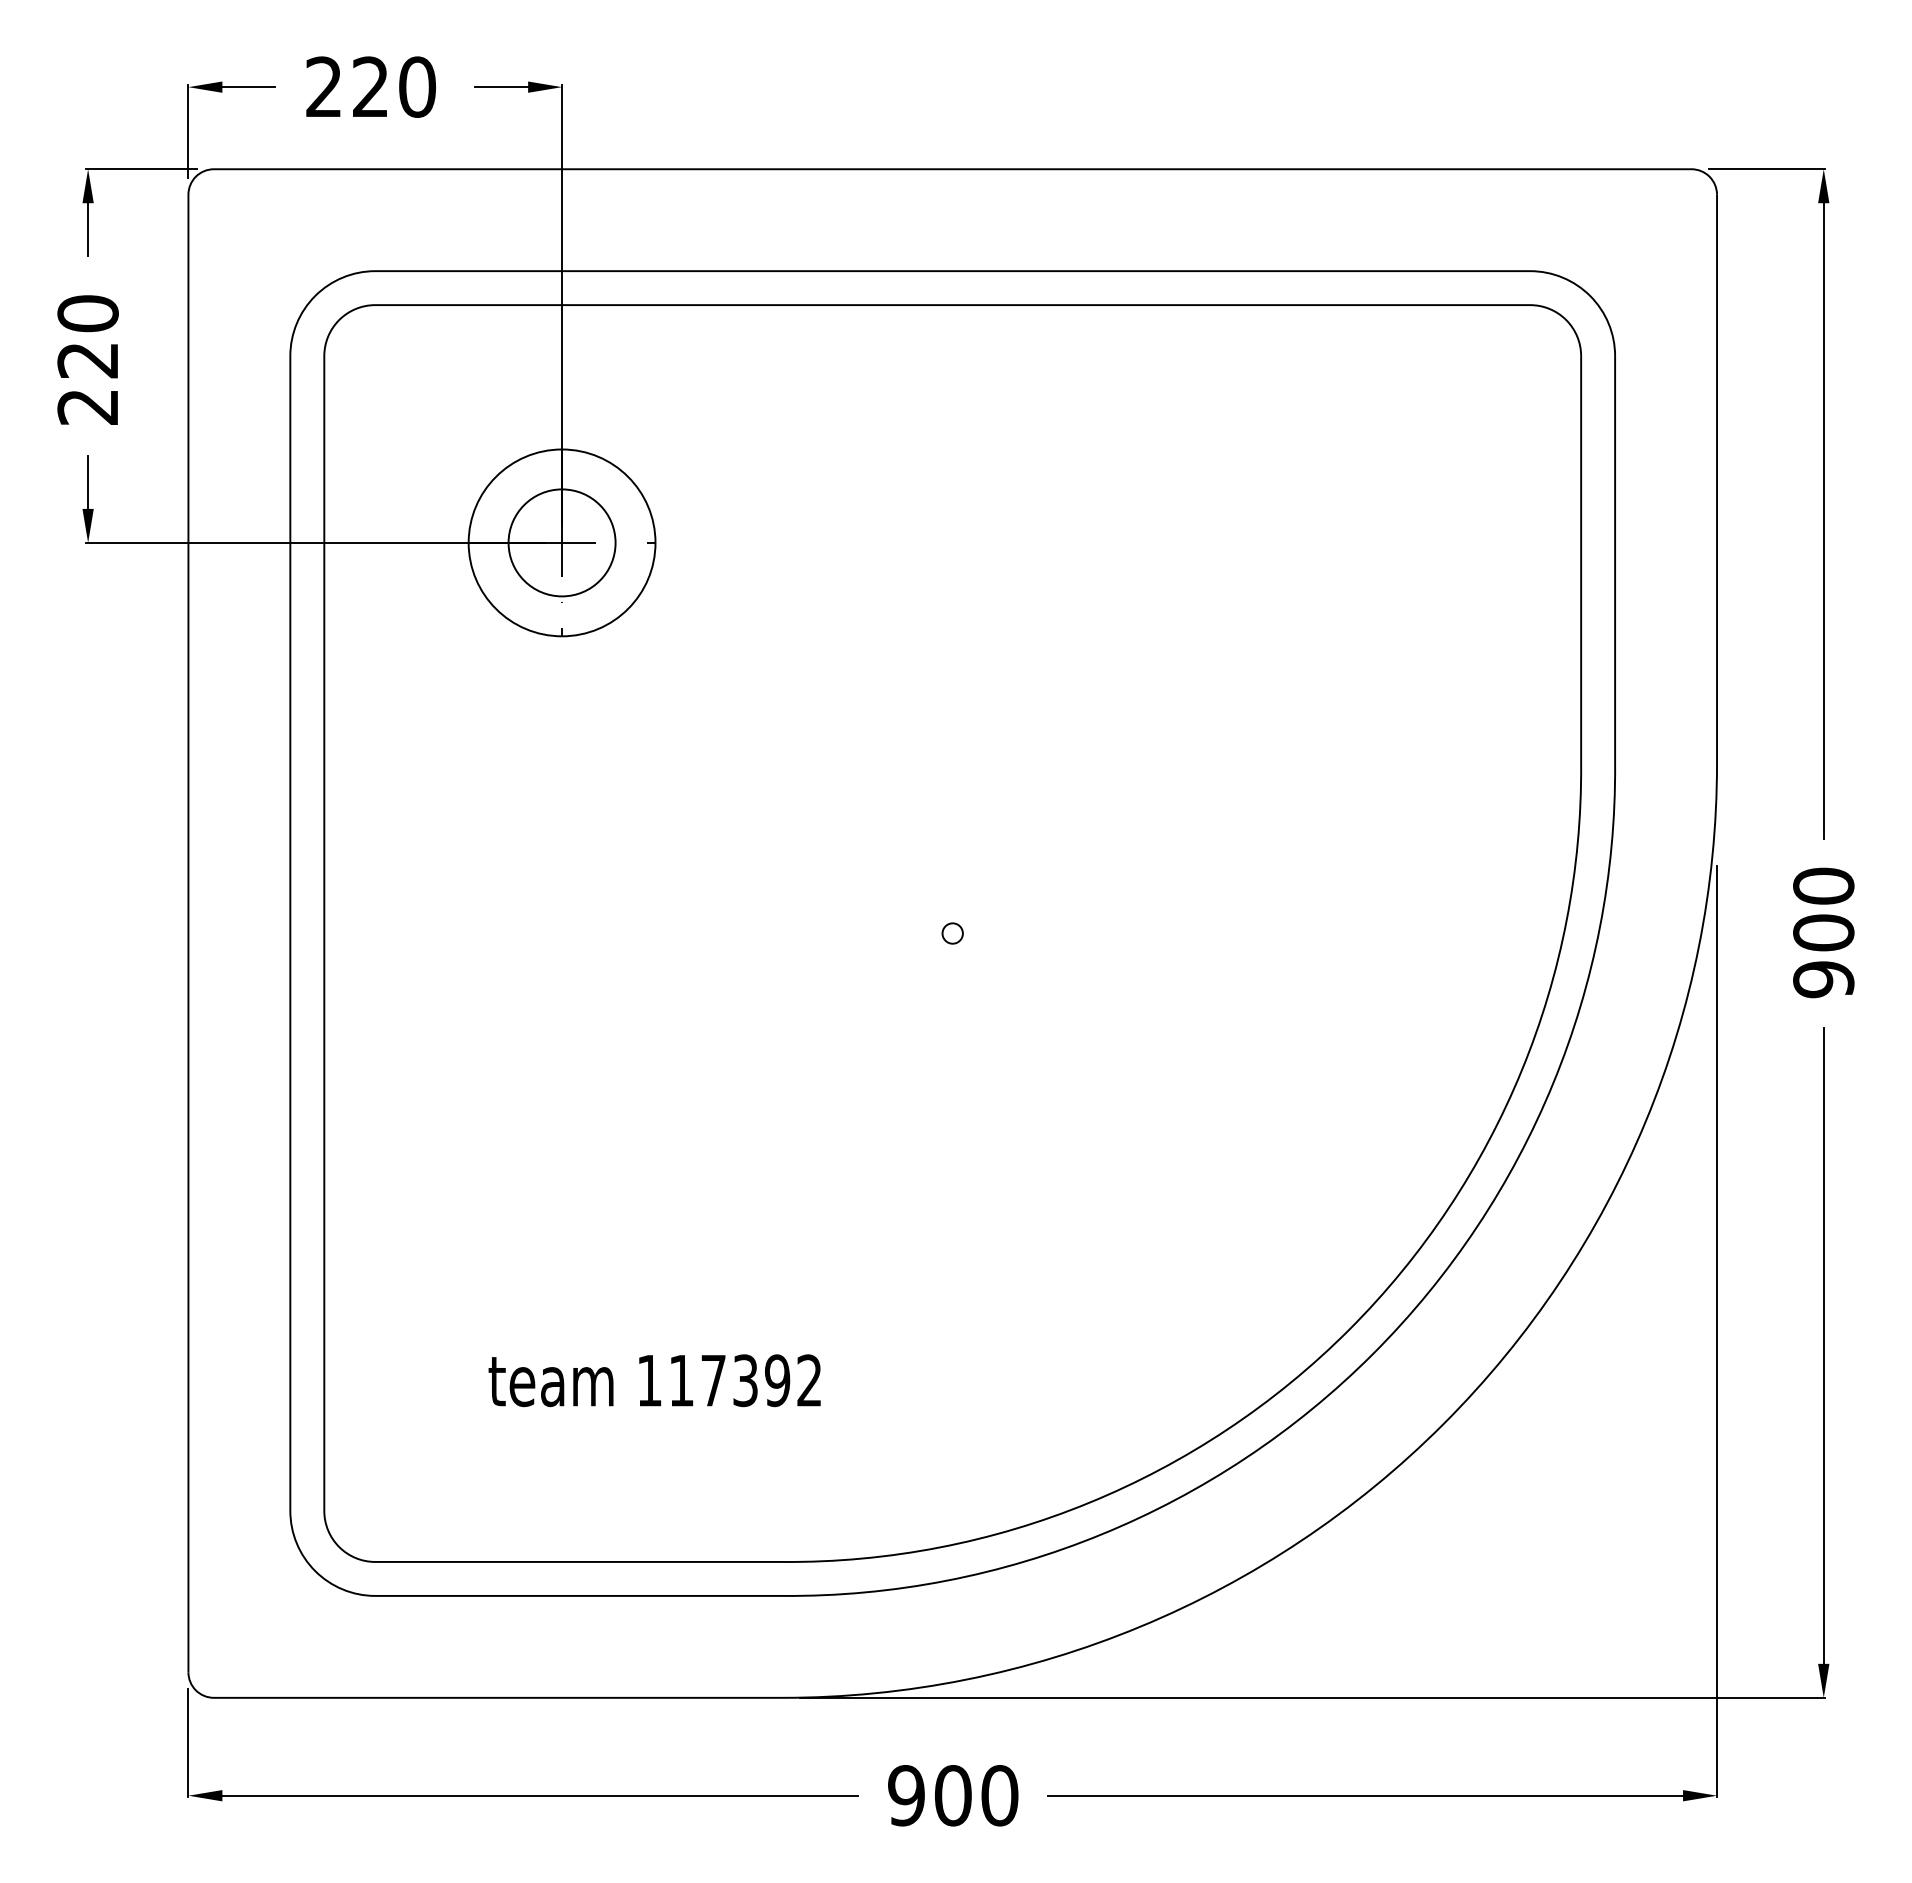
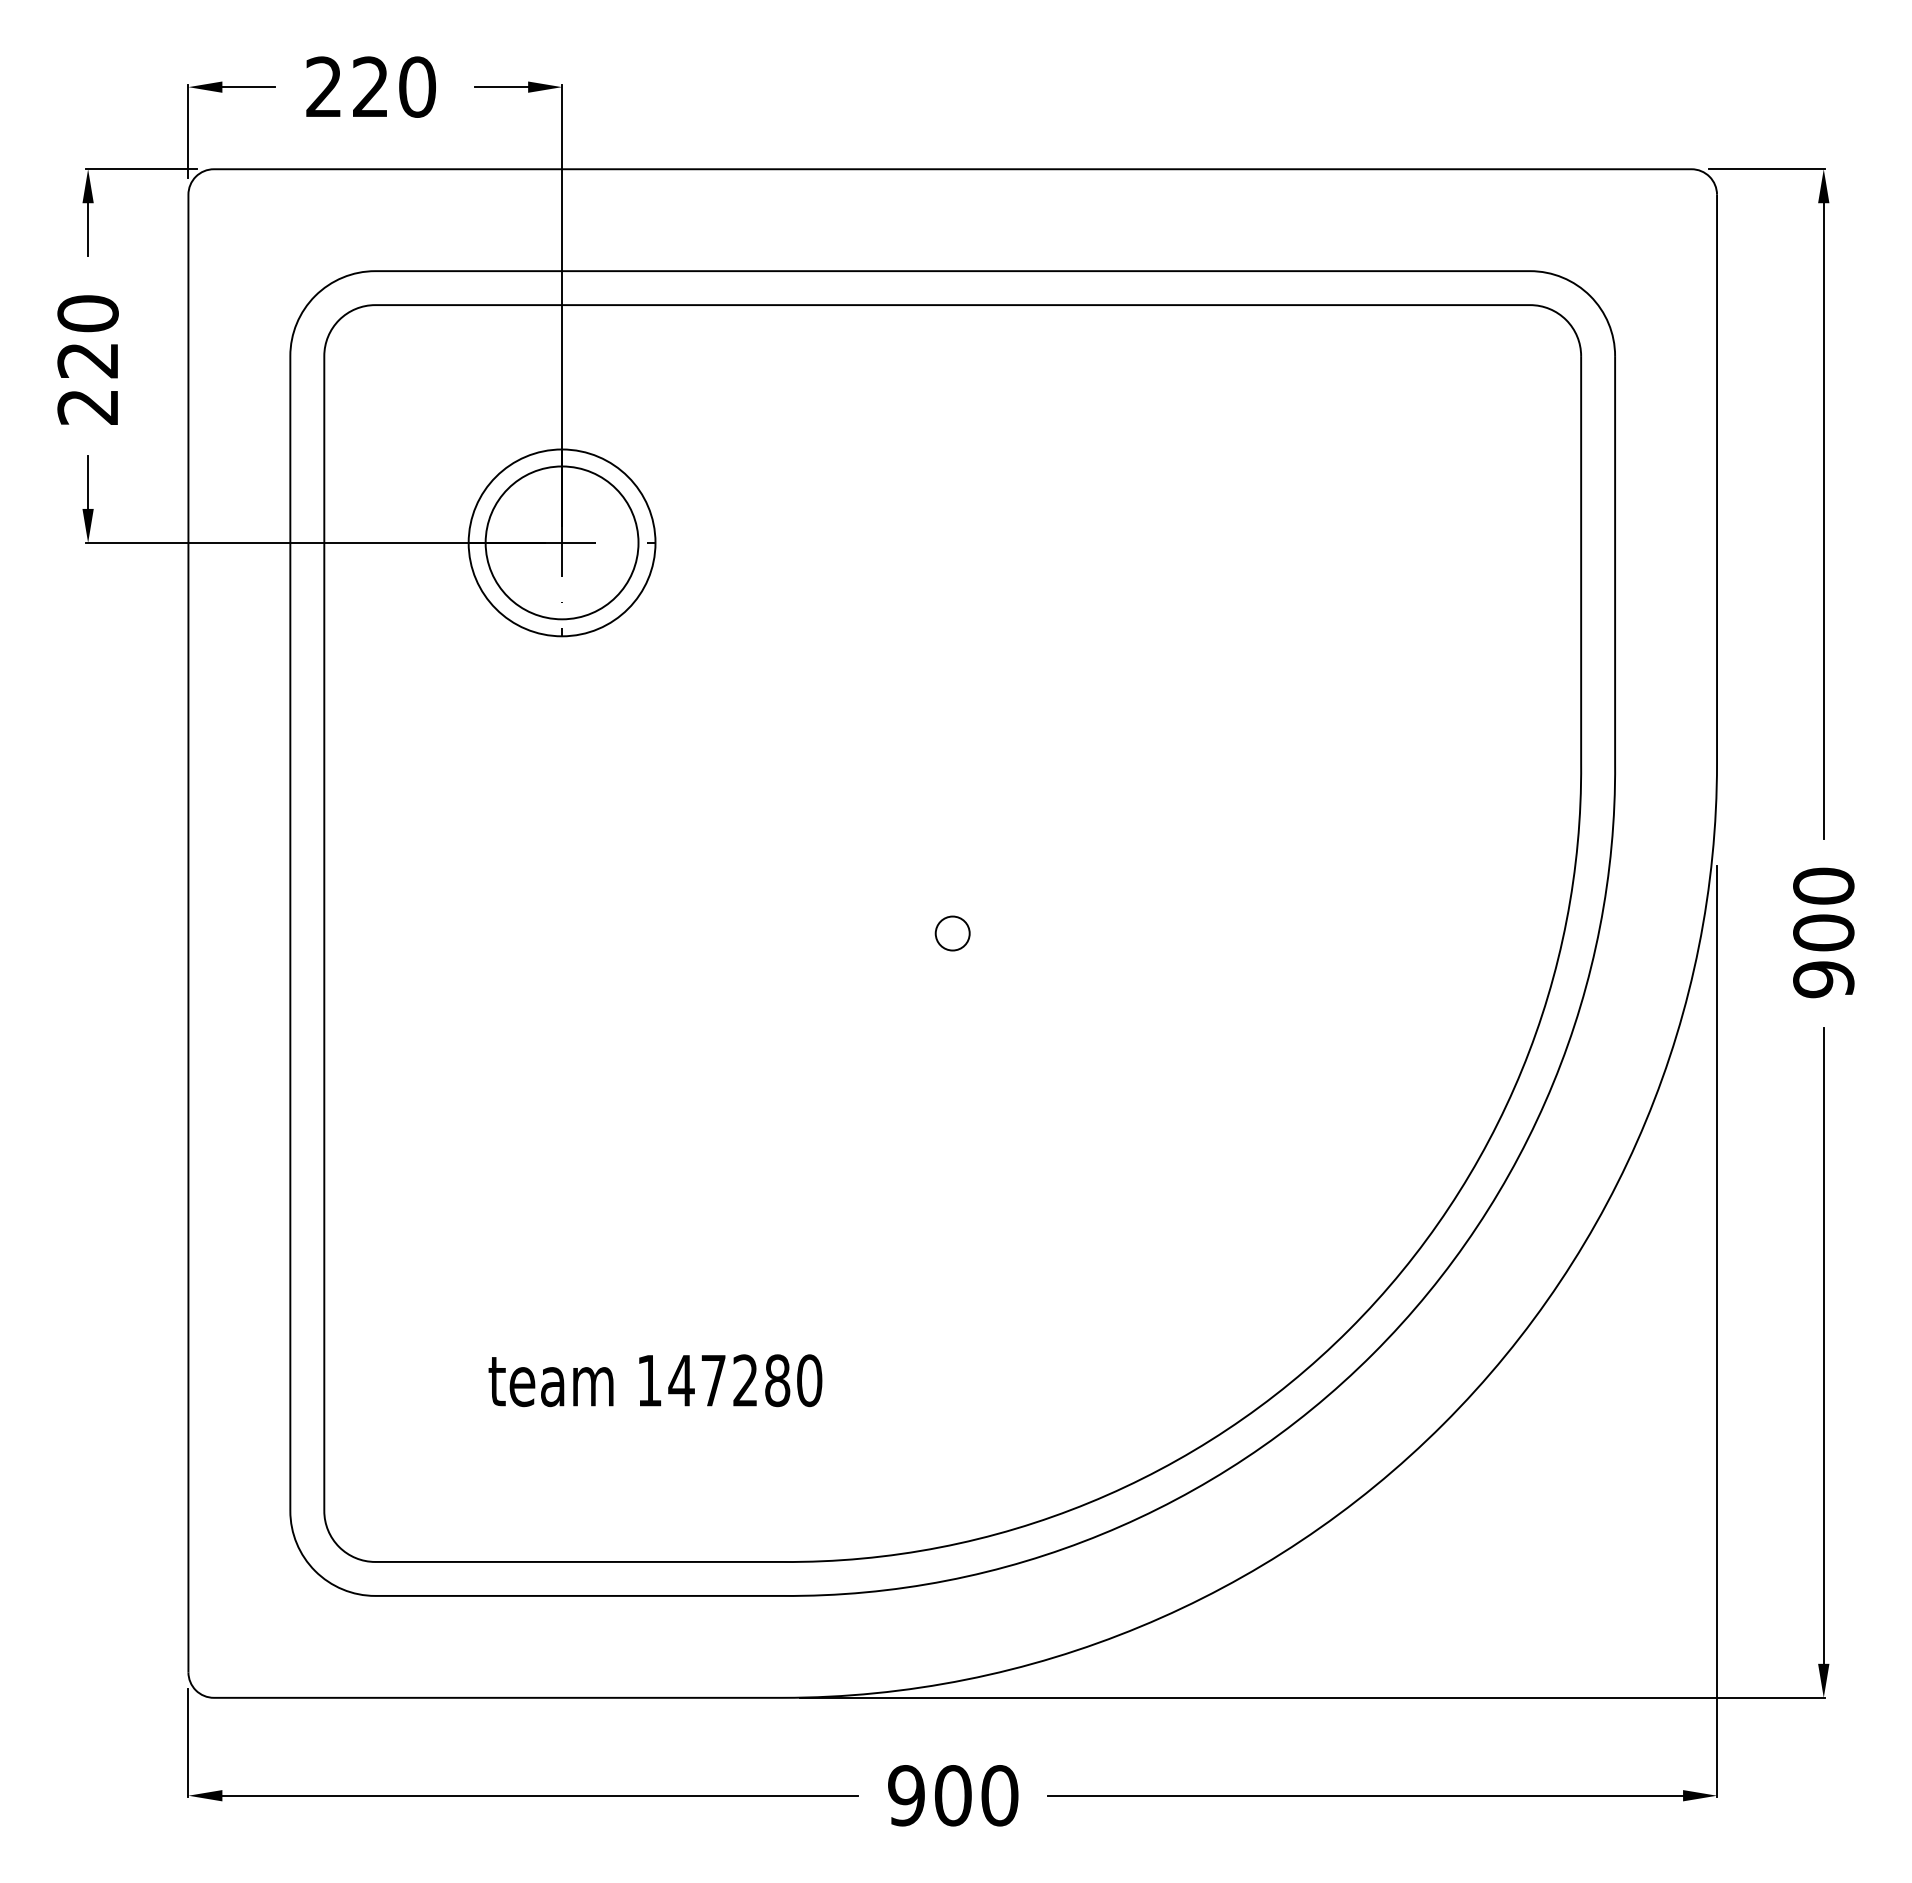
circle at (561, 542) diameter: 107 px -> 153 px
circle at (952, 933) diameter: 20 px -> 34 px
text at (745, 1380): 117392 -> 147280
